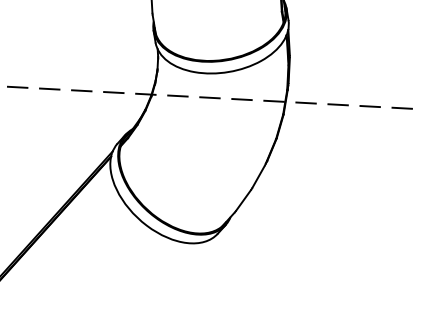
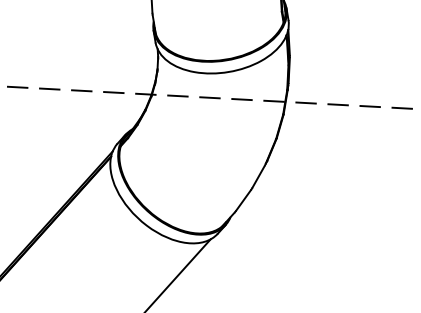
line at (178, 274): none -> present
